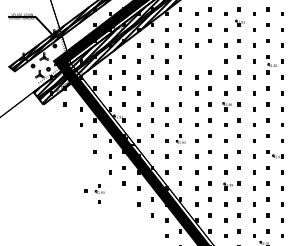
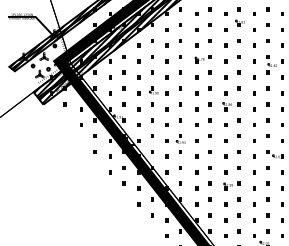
part at (202, 59): none -> present
part at (158, 90): none -> present
part at (94, 193): present -> none
